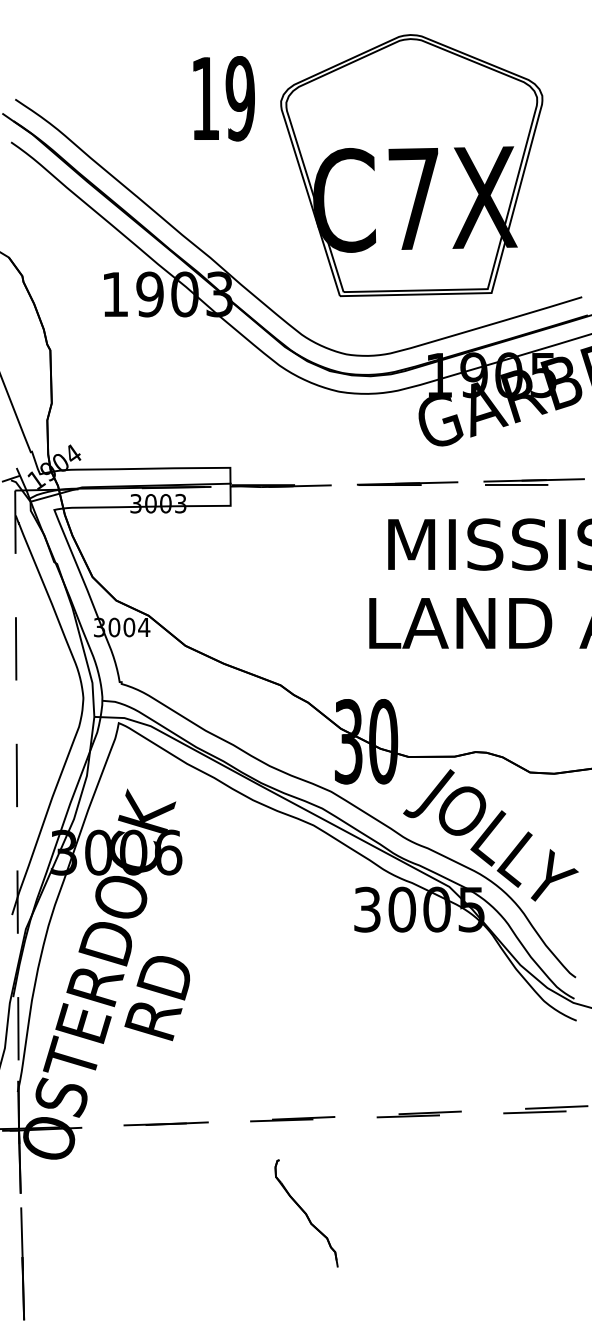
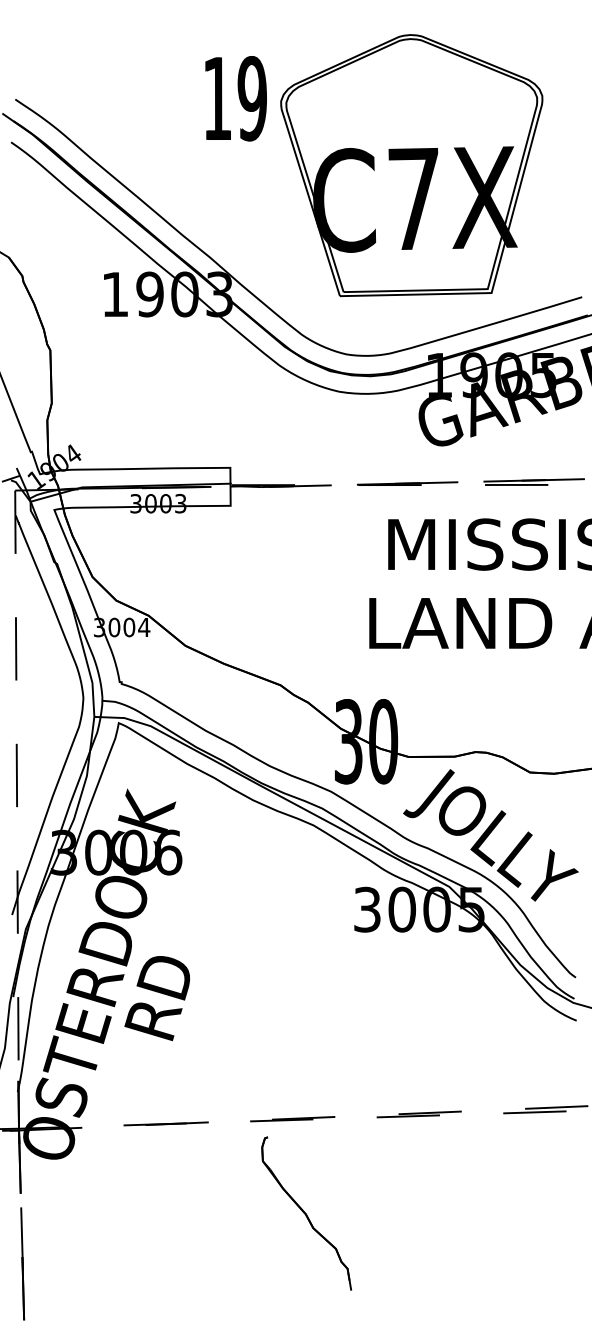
text at (223, 98) position: (223, 98) -> (235, 98)
part at (306, 1213) size: 65x109 px -> 91x155 px
